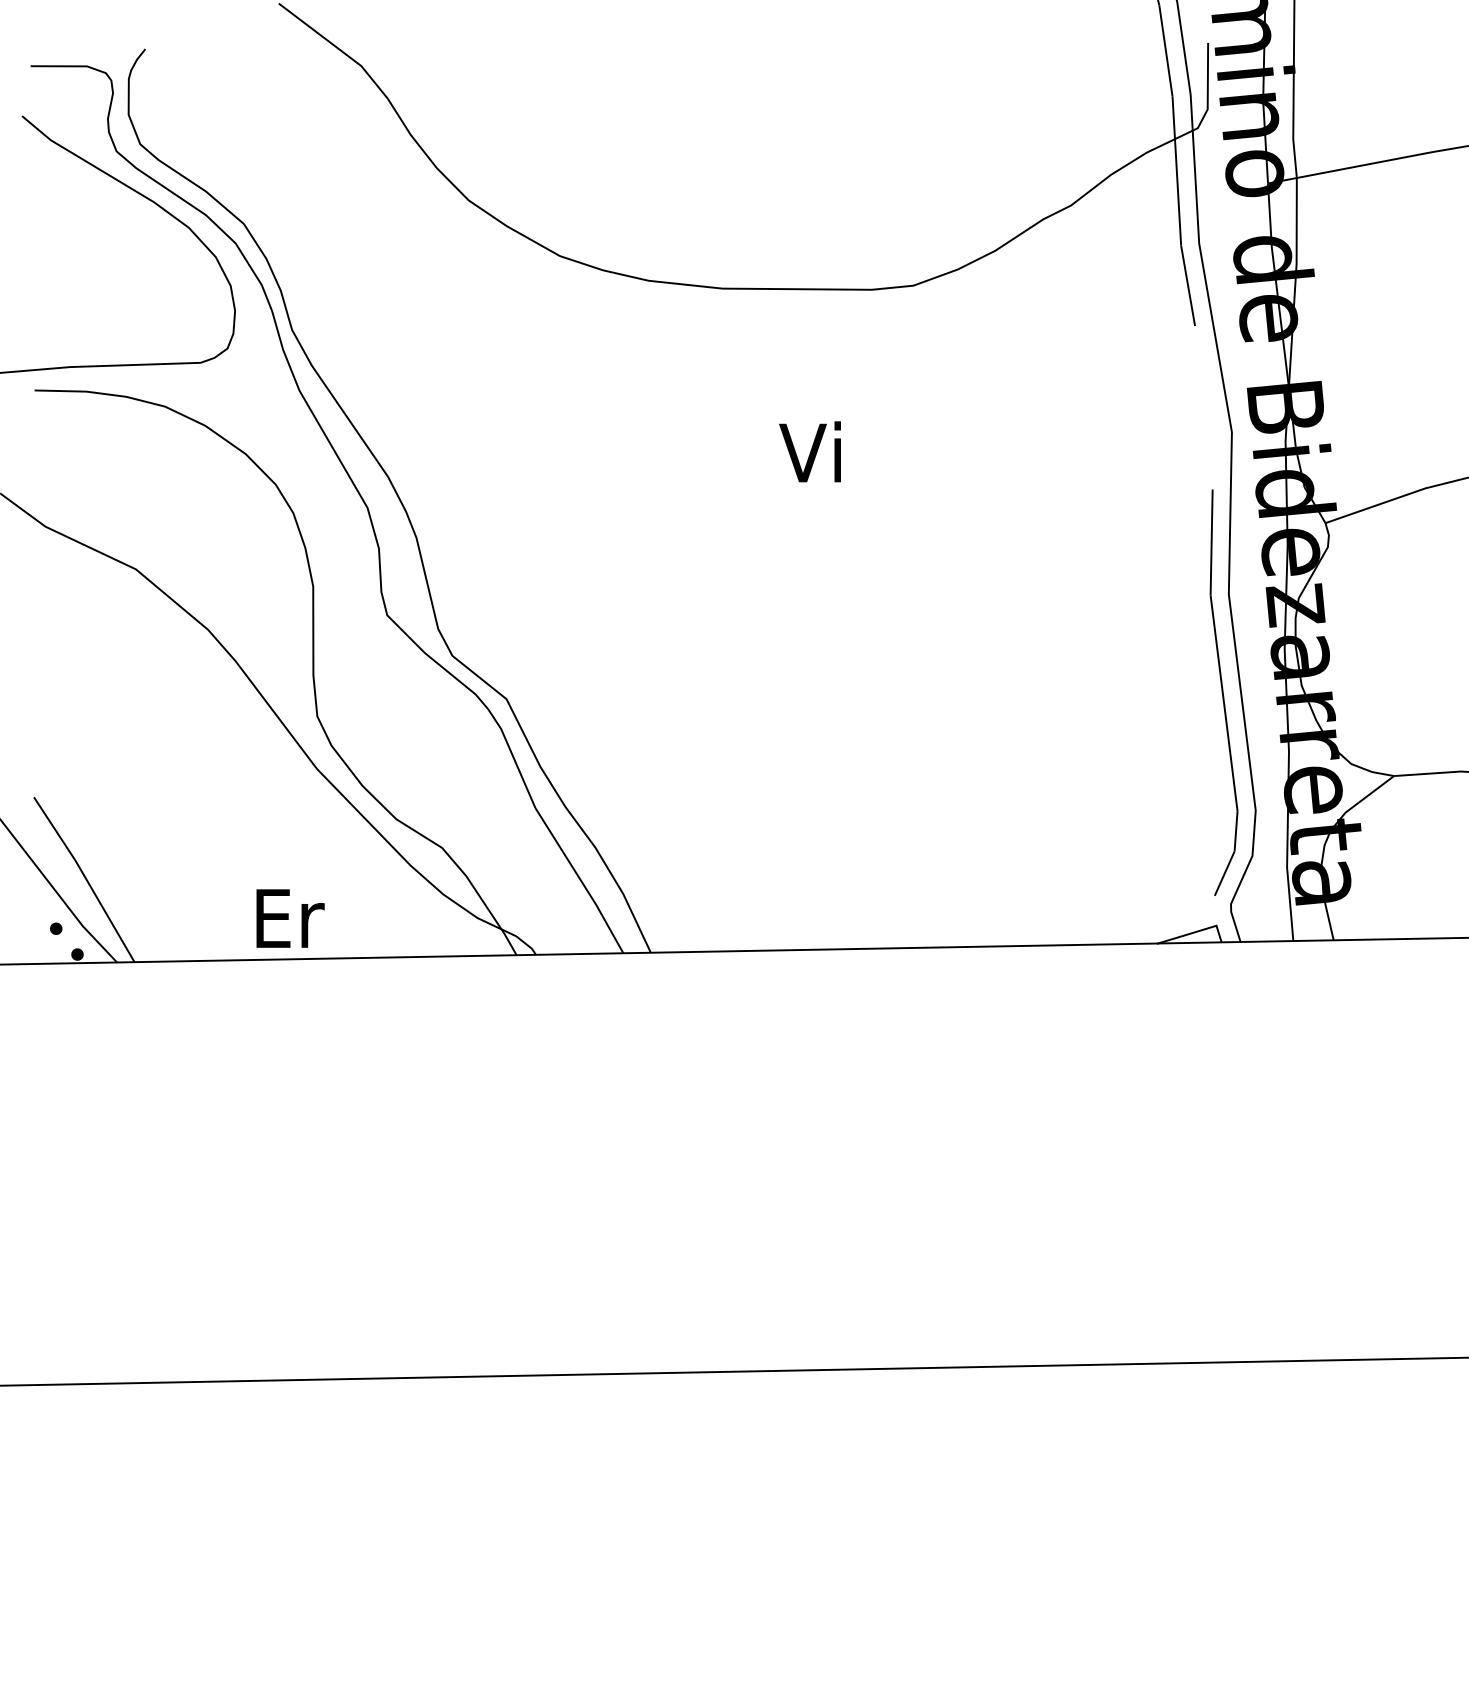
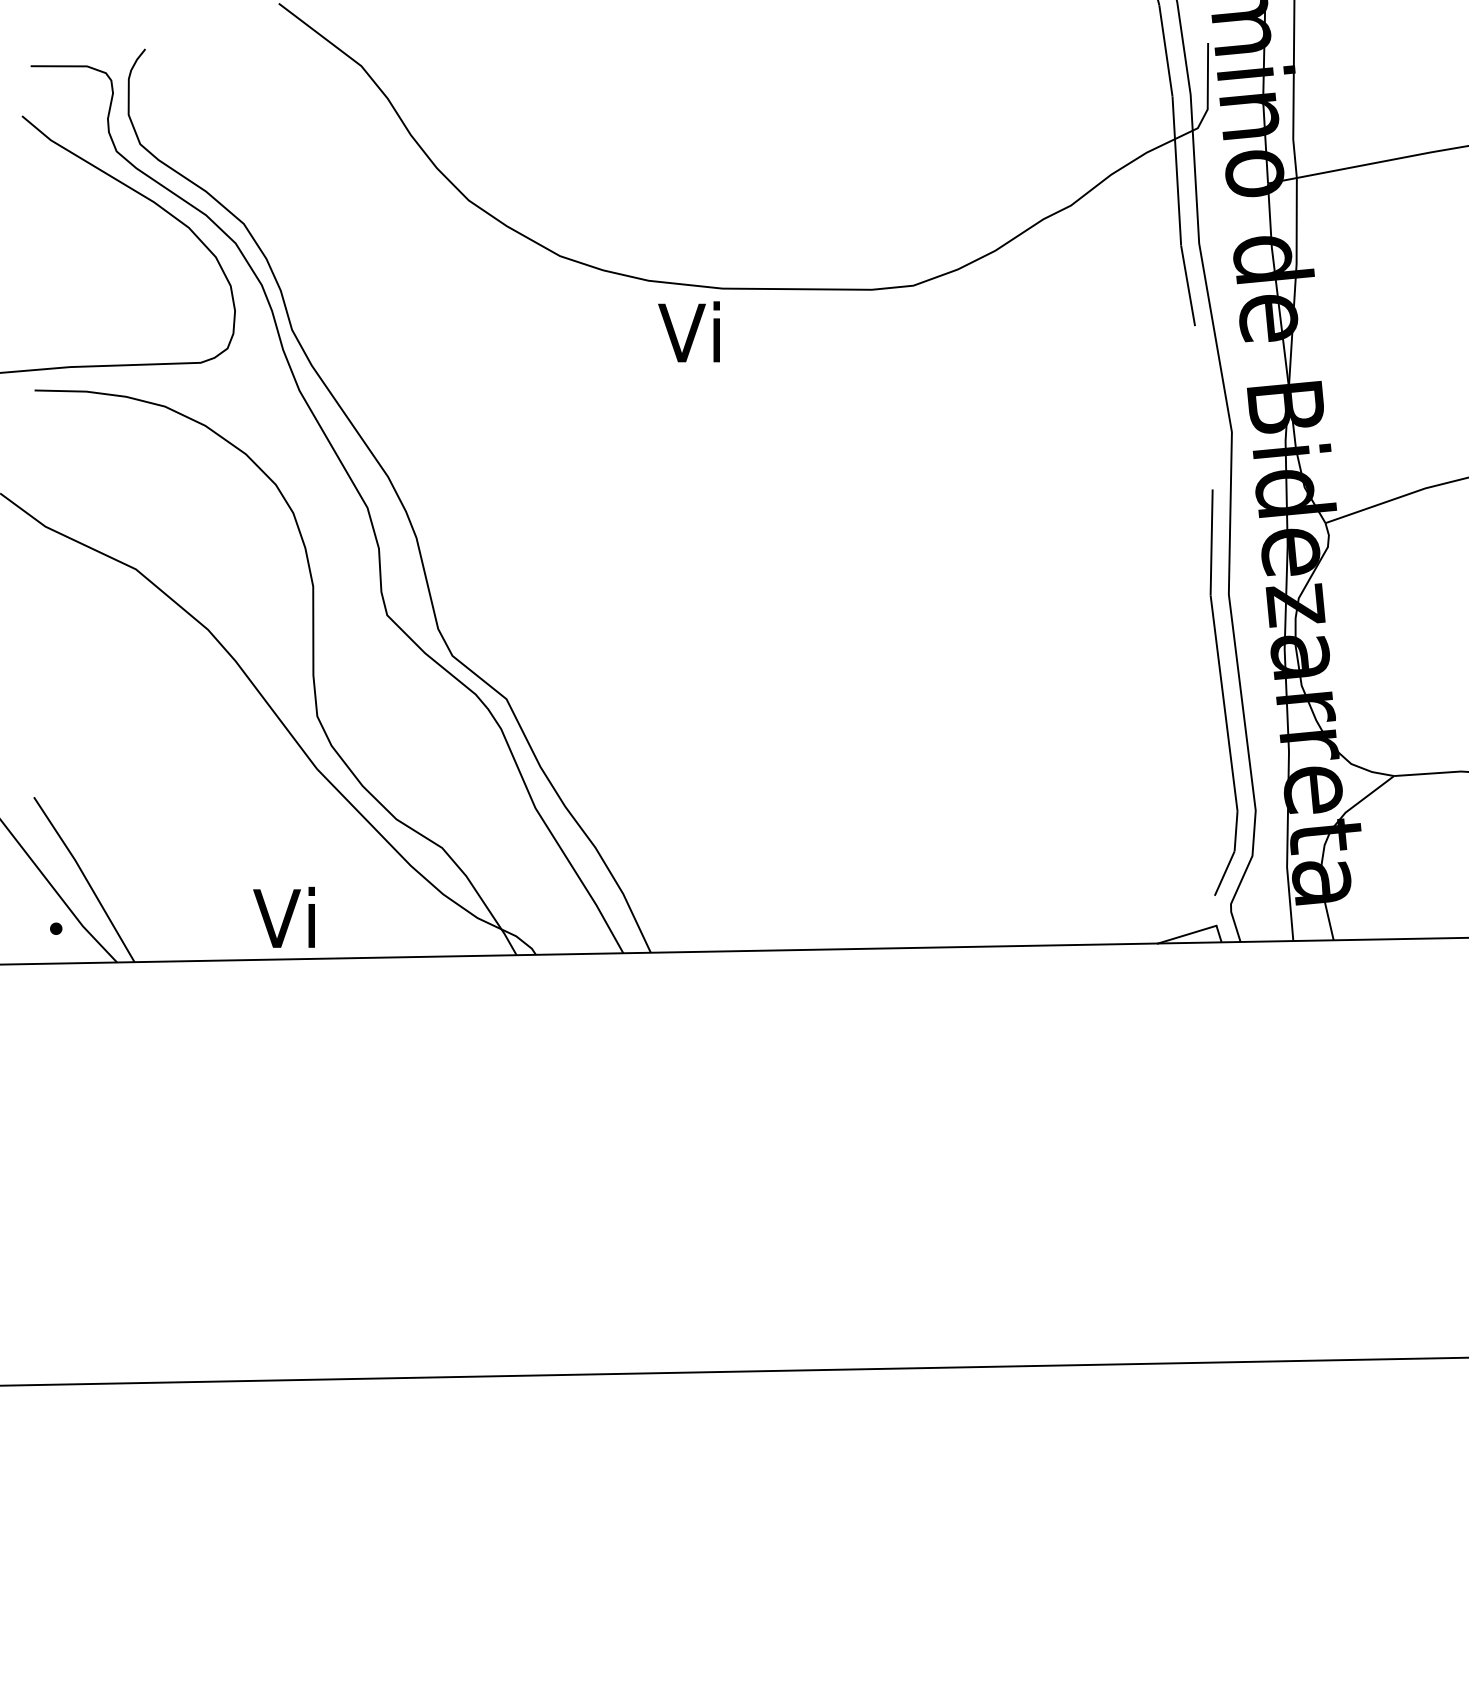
text at (809, 451) position: (809, 451) -> (688, 331)
text at (288, 916): Er -> Vi
fill at (77, 954): present -> none
